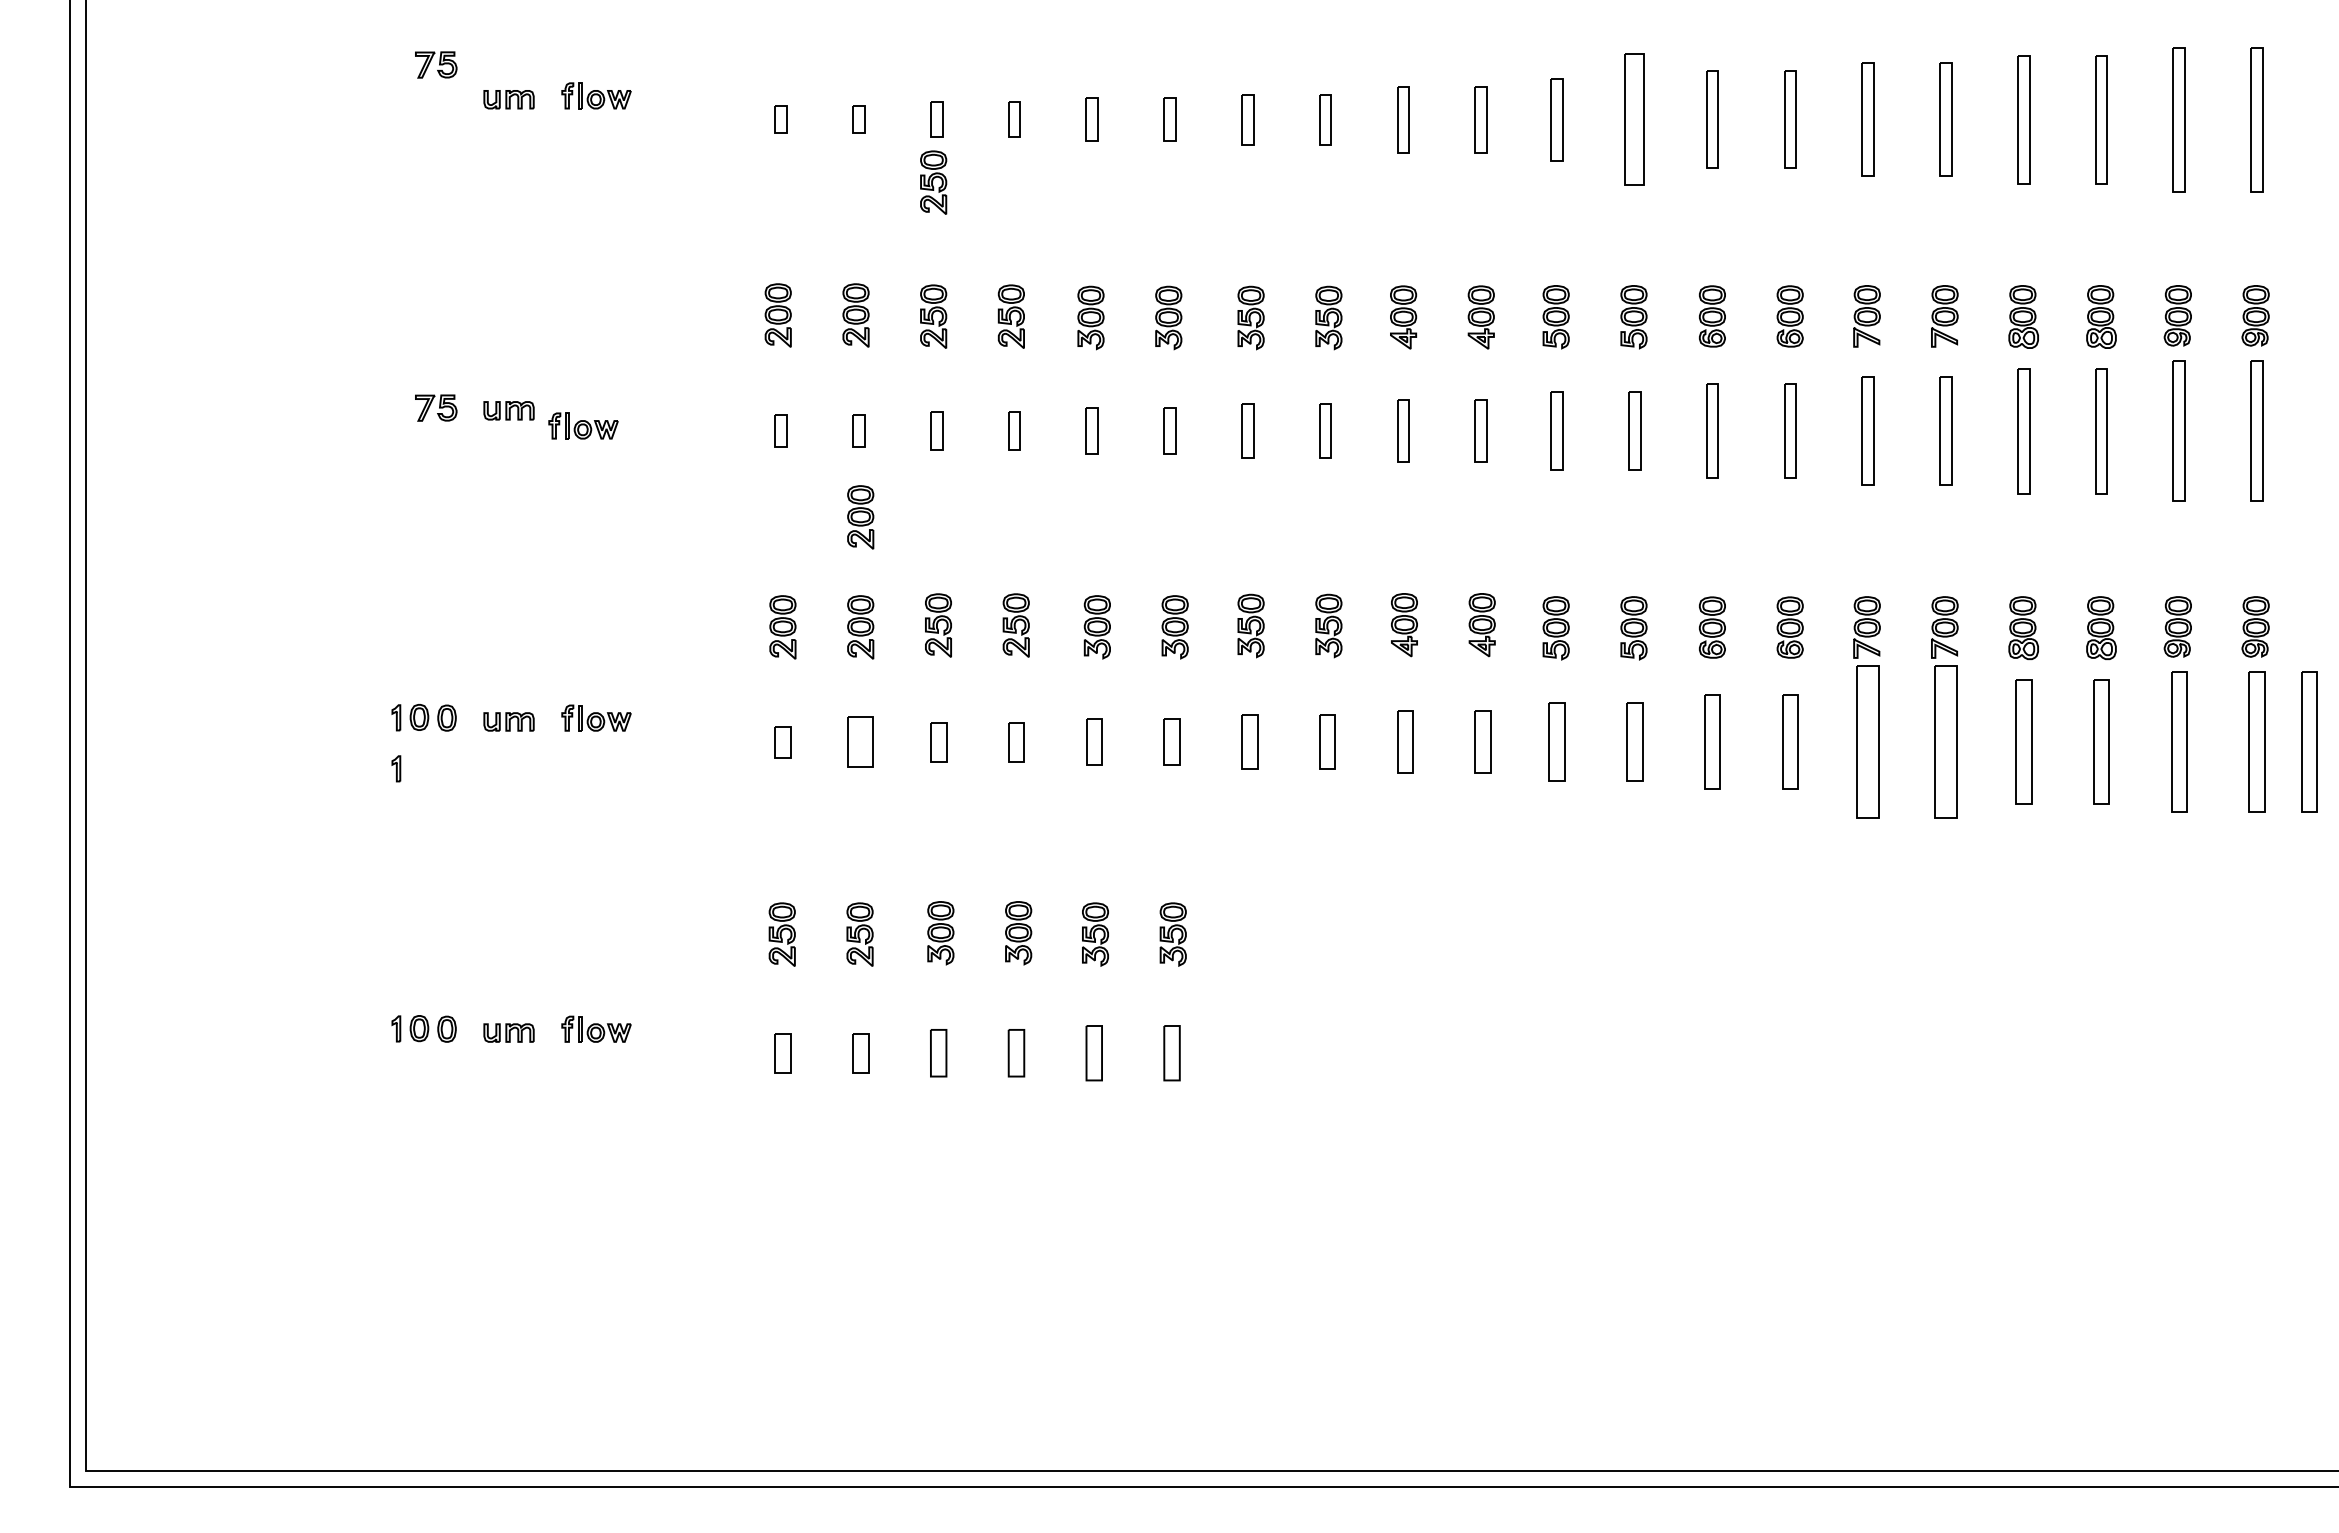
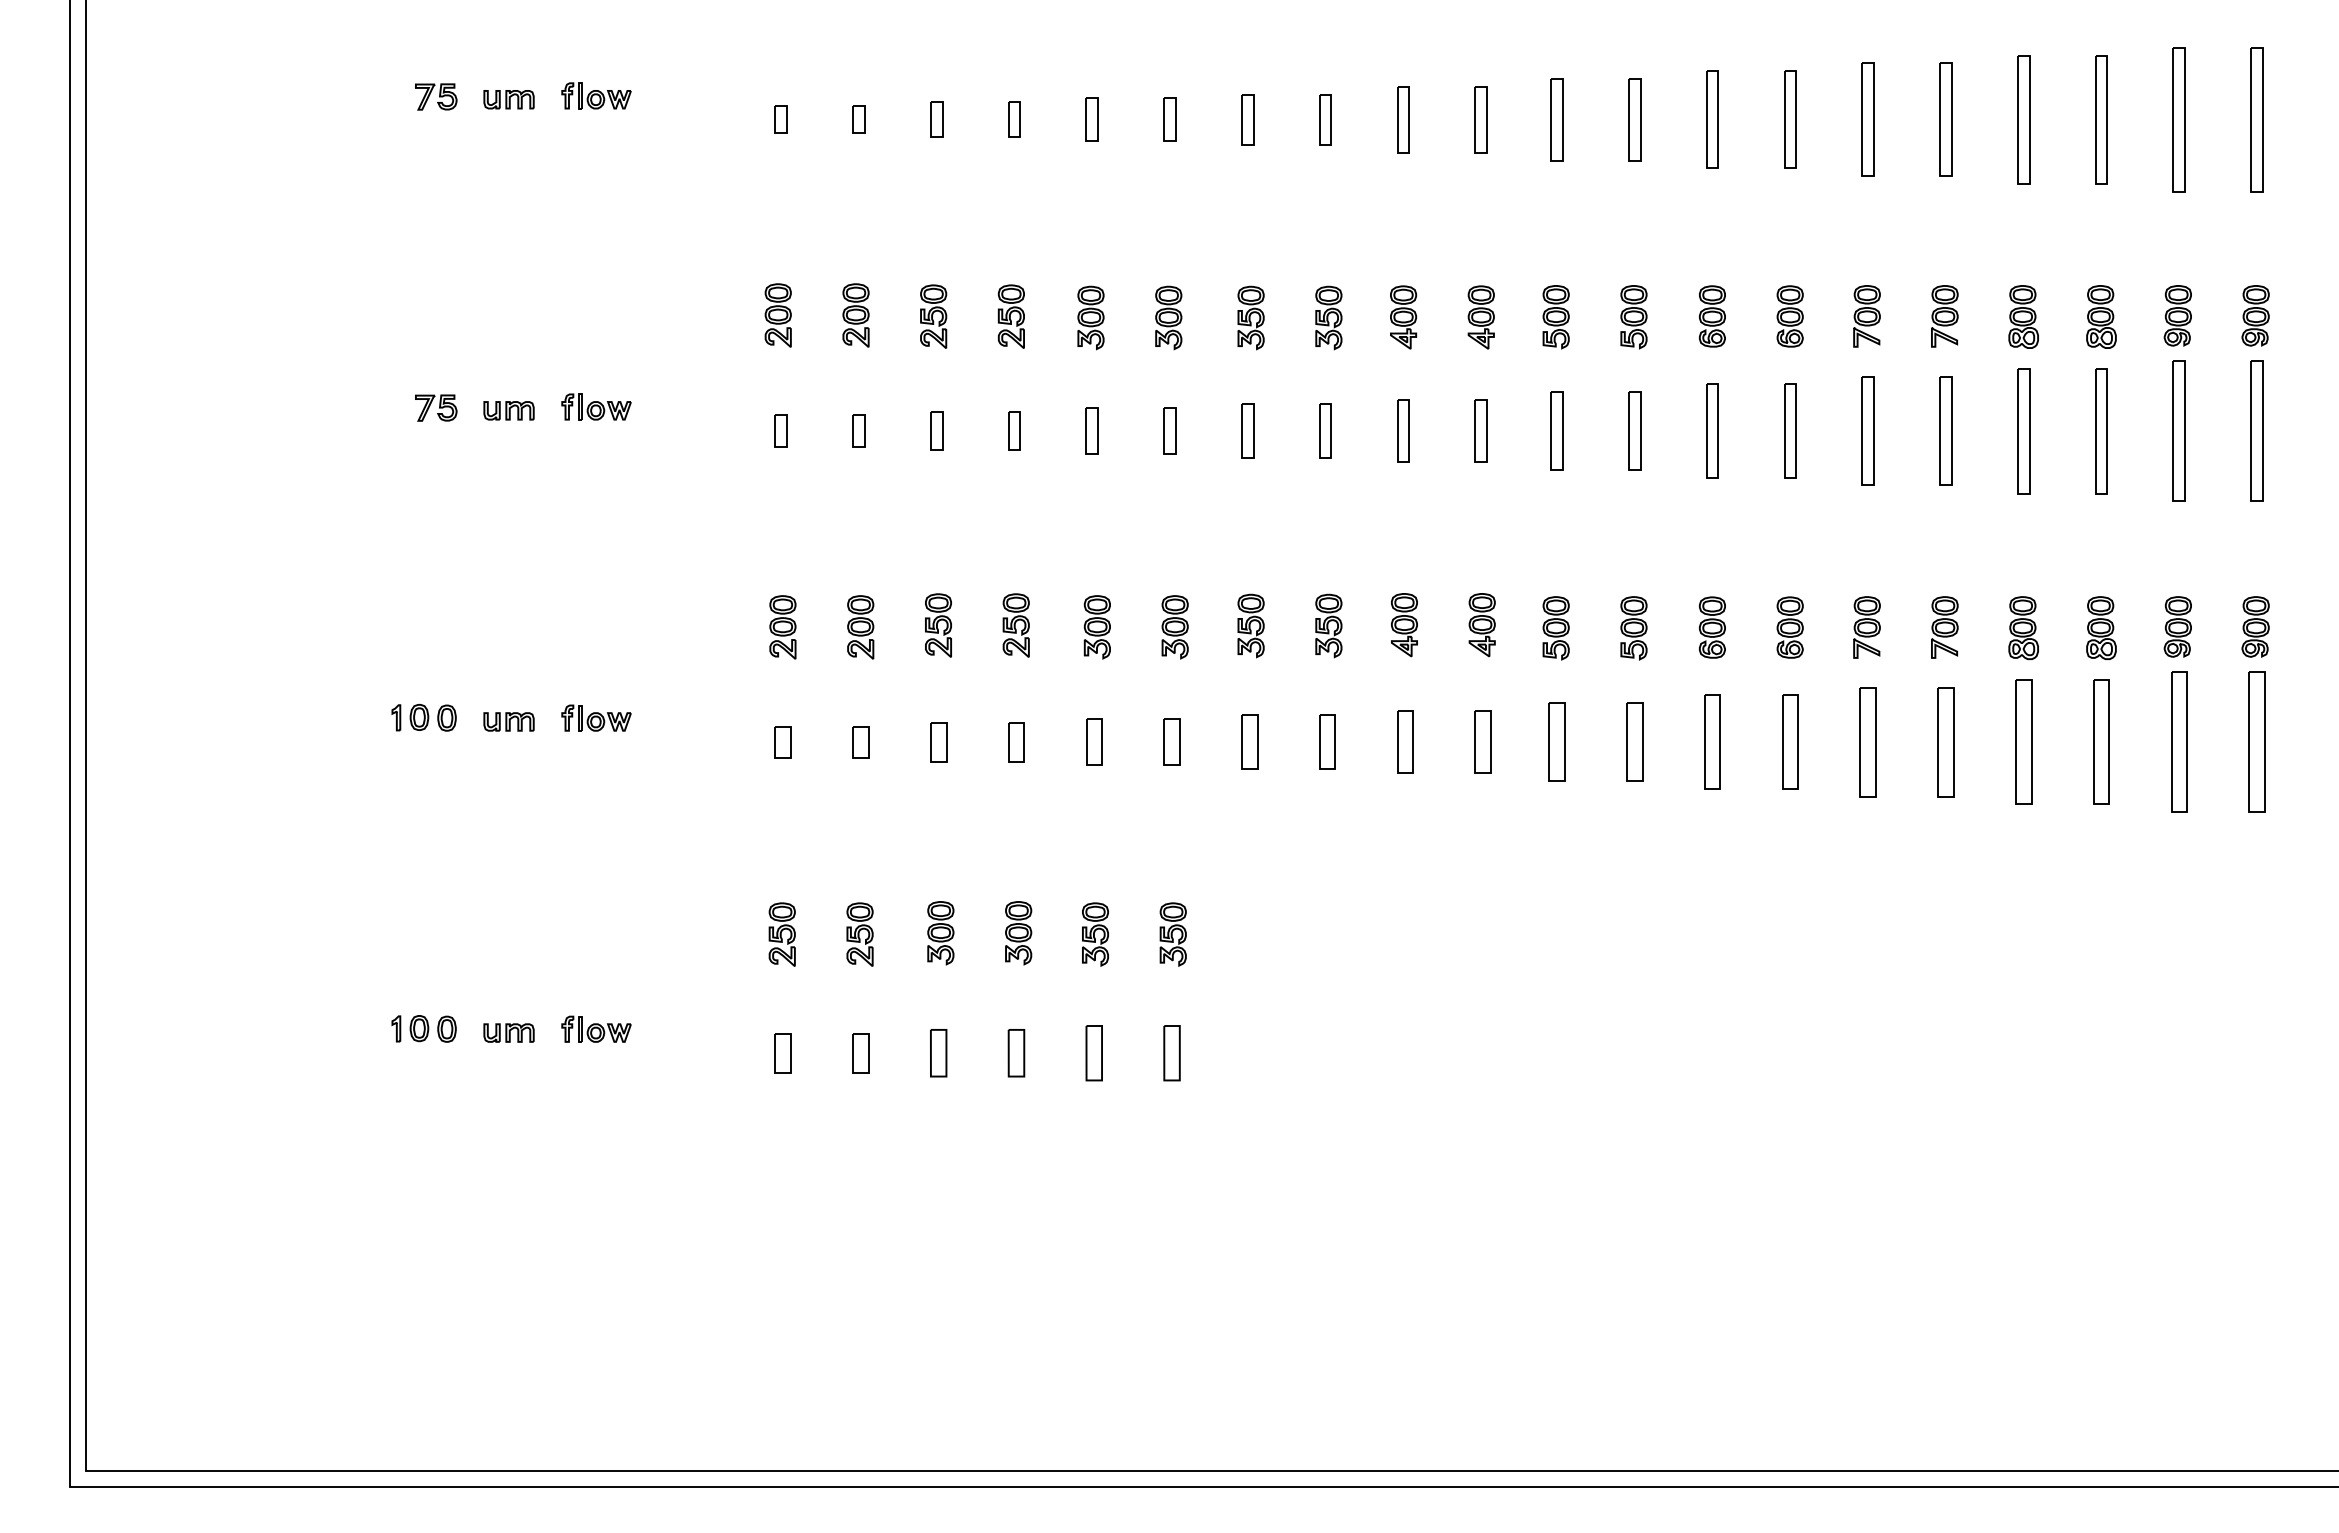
part at (436, 64) position: (436, 64) -> (436, 96)
part at (1634, 119) size: 21x133 px -> 14x84 px
part at (933, 182): present -> none
part at (583, 425) position: (583, 425) -> (596, 406)
part at (860, 517): present -> none
part at (860, 741) size: 27x52 px -> 18x33 px
part at (1867, 741) size: 24x154 px -> 18x111 px
part at (1945, 741) size: 24x154 px -> 18x111 px
part at (2309, 741): present -> none
part at (396, 768): present -> none
